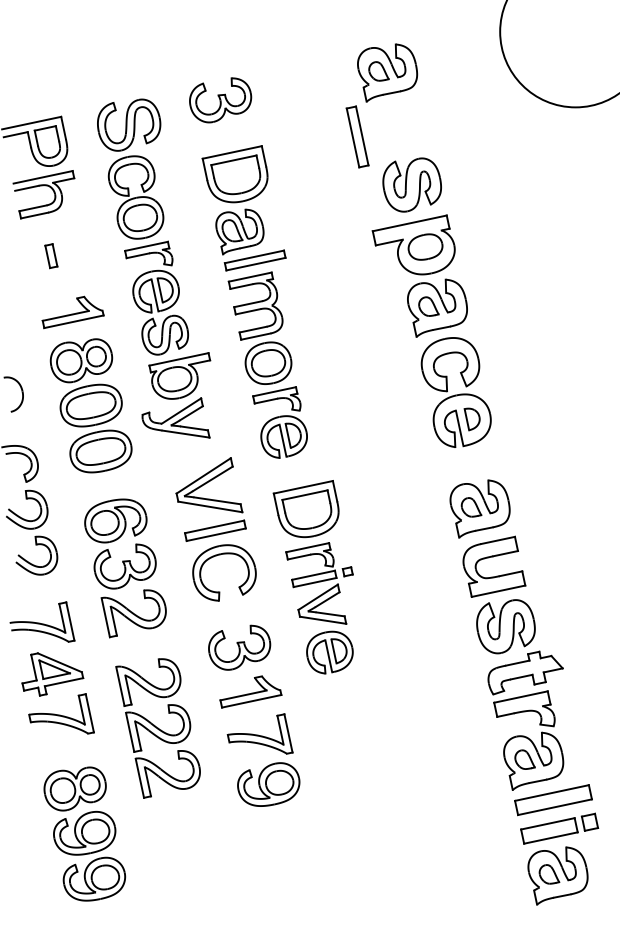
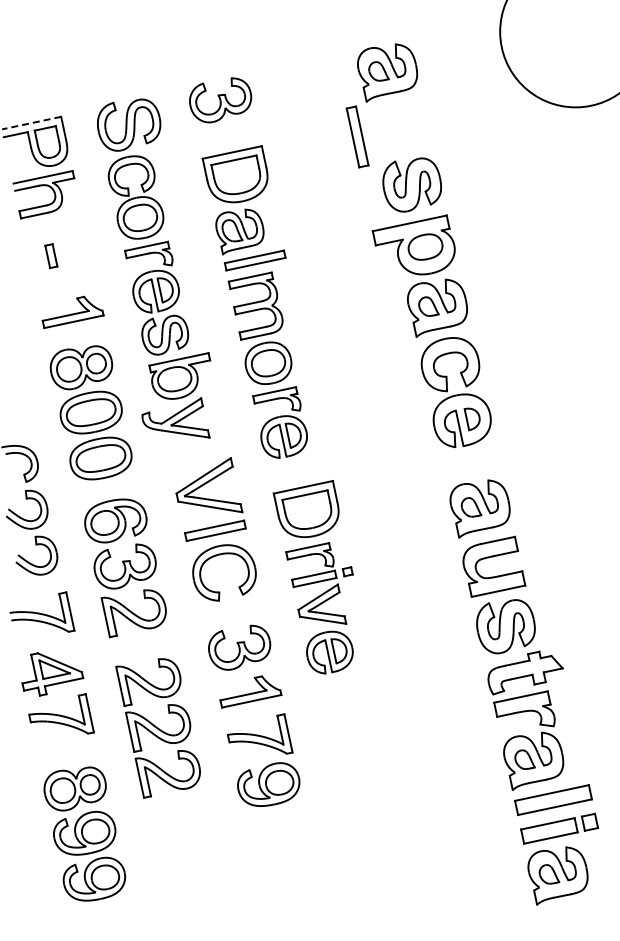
line at (31, 123): solid -> dashed
part at (21, 392): present -> none
part at (90, 405) position: (90, 405) -> (90, 412)
part at (42, 621) position: (42, 621) -> (42, 611)
